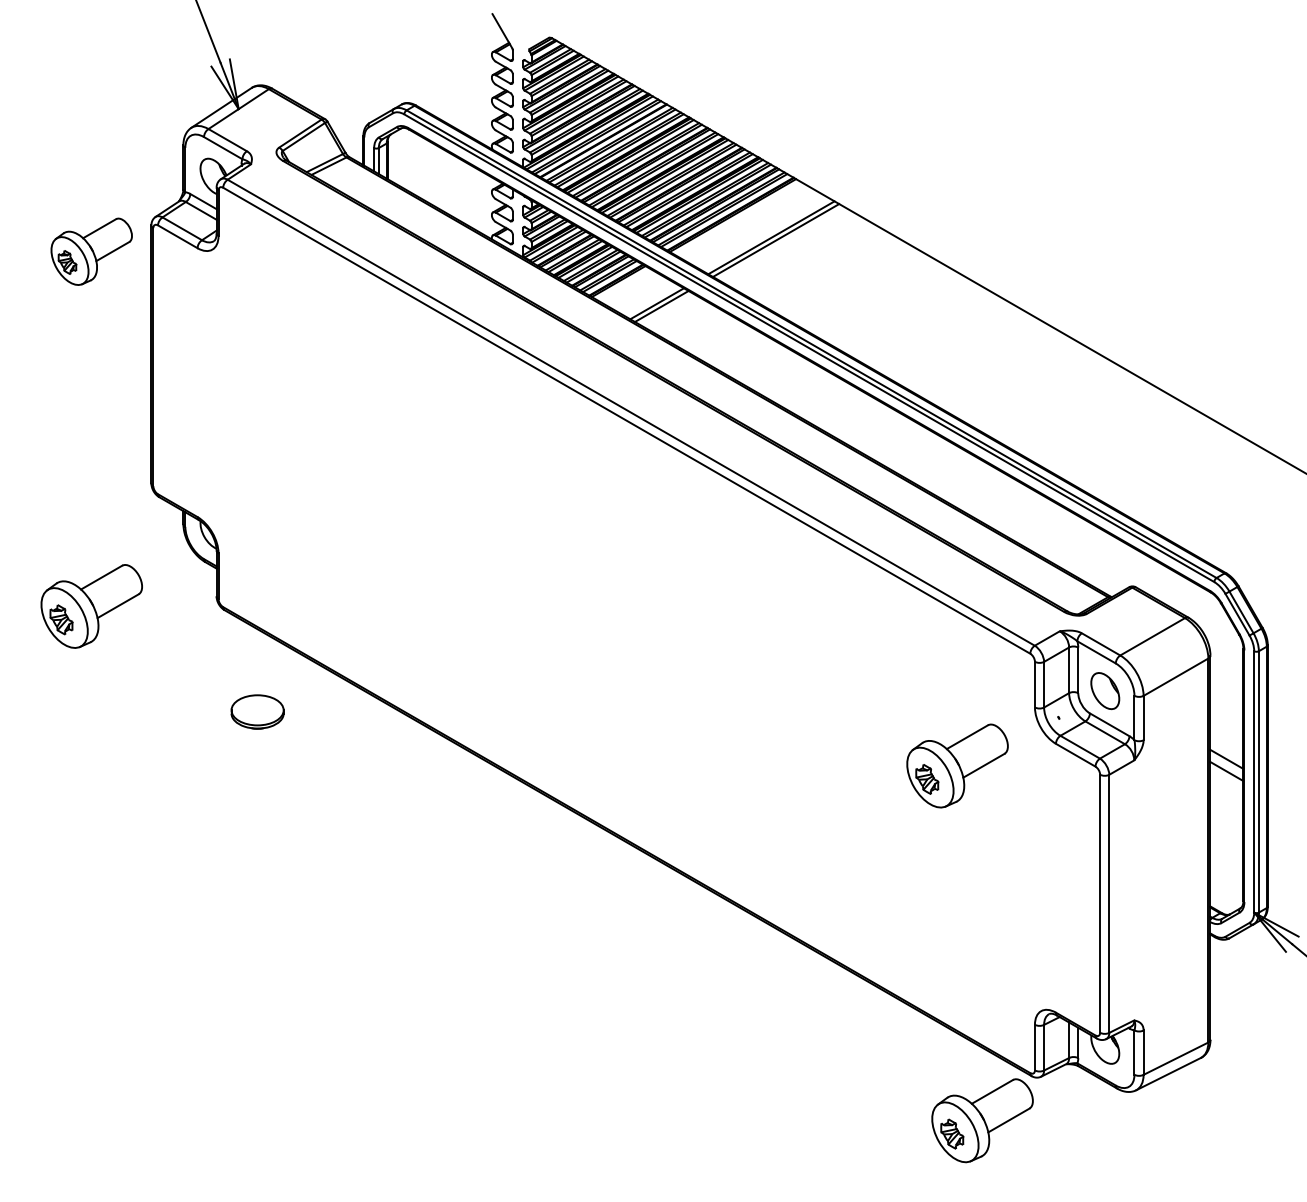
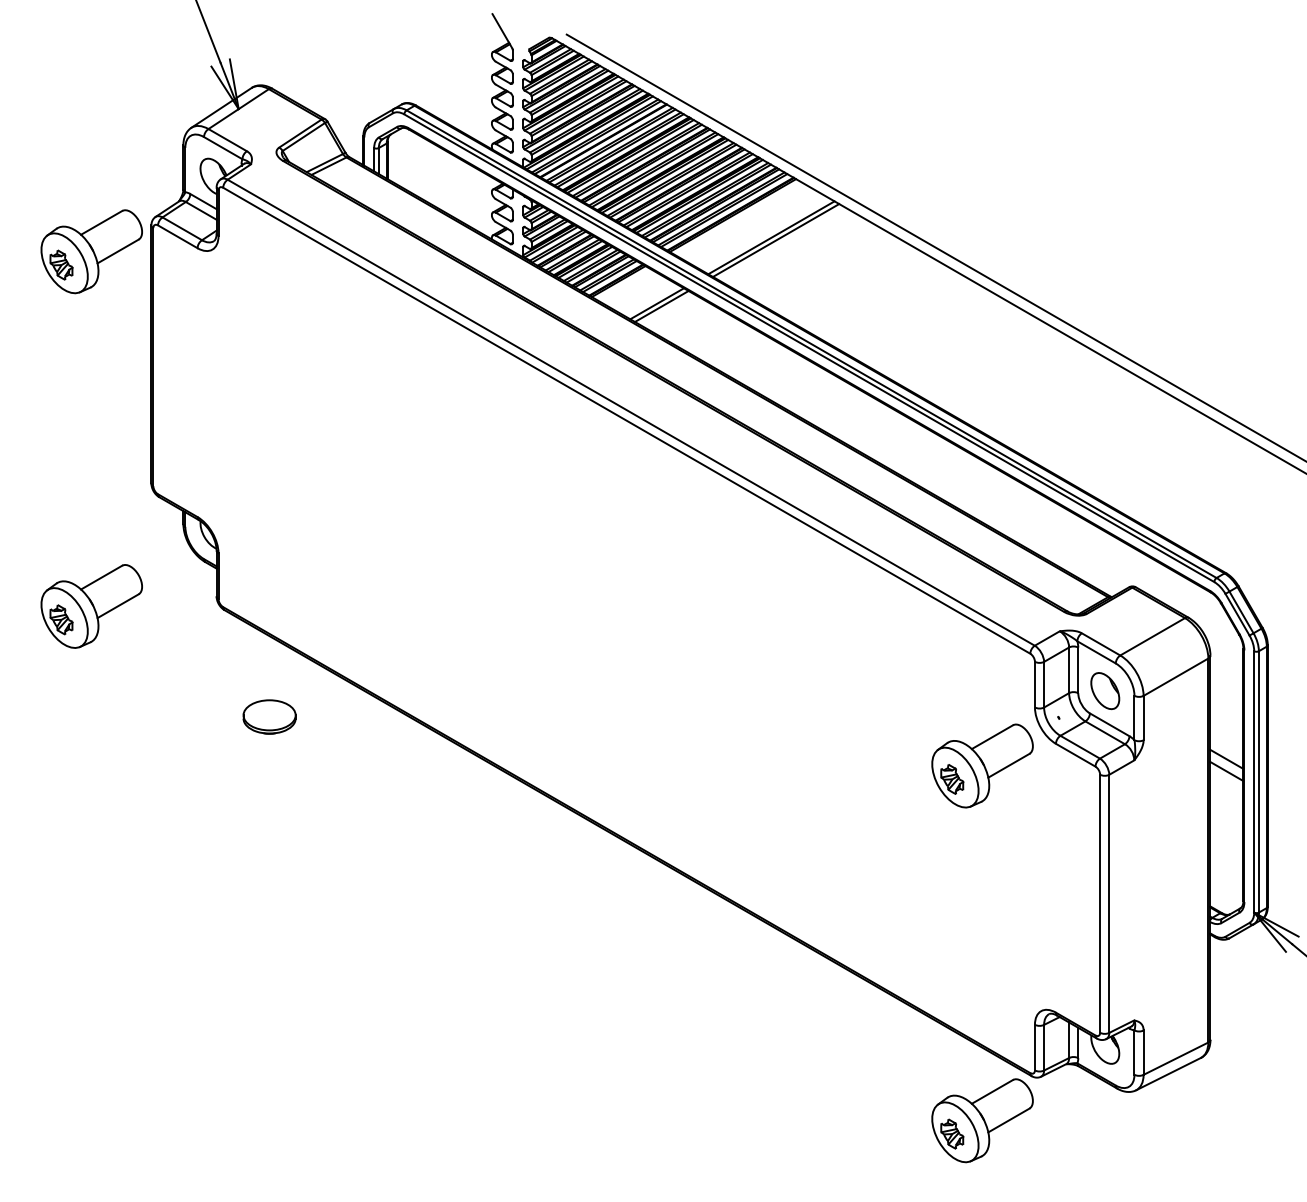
line at (934, 247): none -> present
part at (91, 251) size: 83x69 px -> 103x86 px
part at (257, 711) position: (257, 711) -> (269, 716)
part at (957, 765) position: (957, 765) -> (982, 765)
